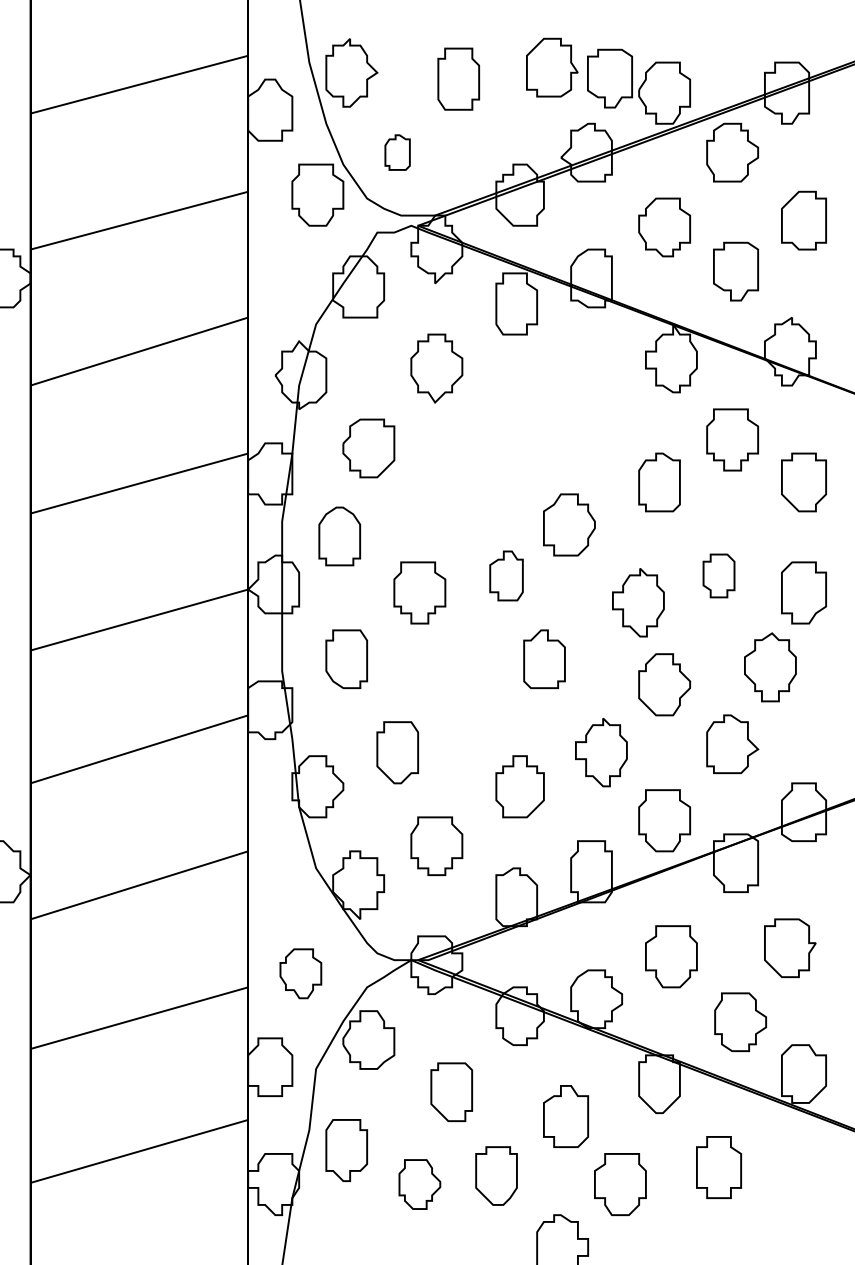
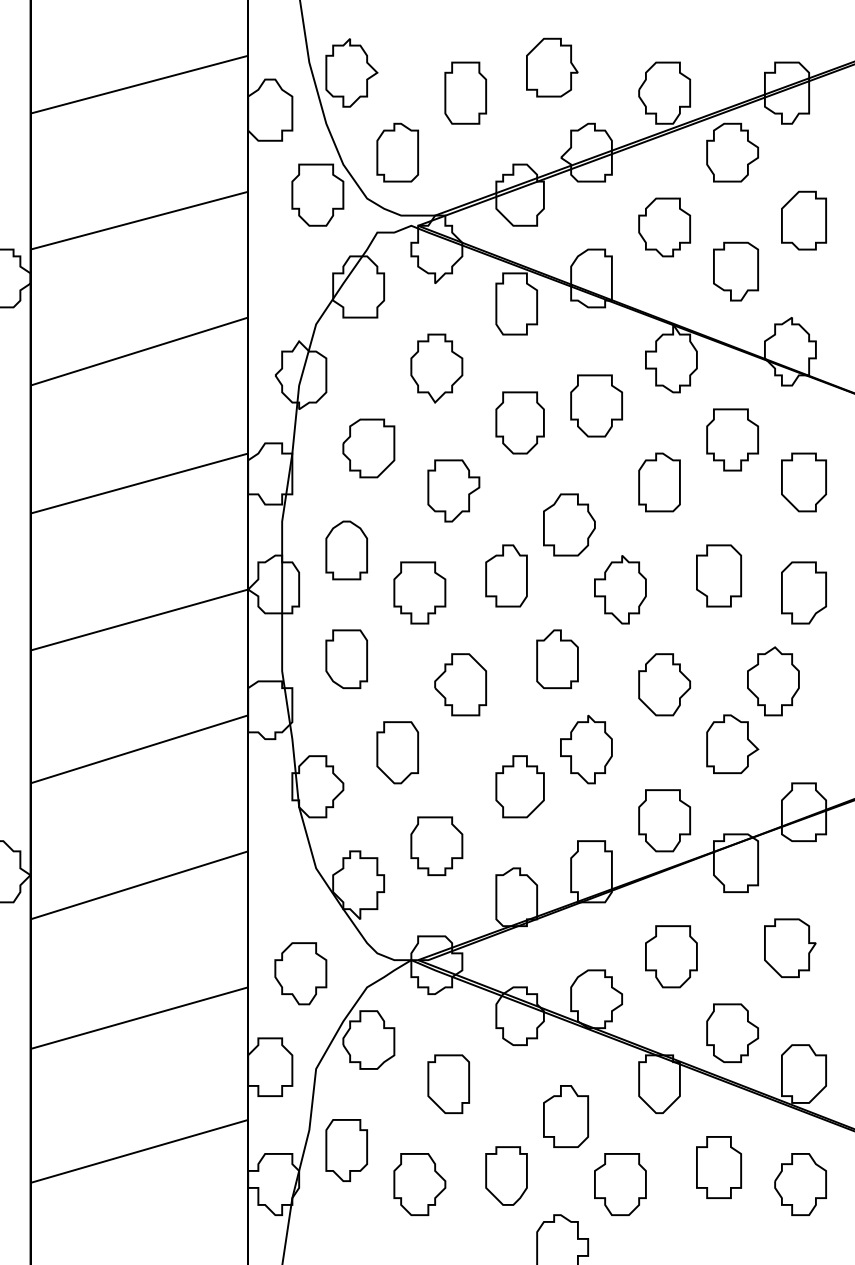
part at (458, 78) position: (458, 78) -> (465, 92)
part at (609, 78): present -> none
part at (397, 152) size: 27x37 px -> 43x61 px
part at (596, 405): none -> present
part at (519, 422): none -> present
part at (453, 490): none -> present
part at (339, 536) position: (339, 536) -> (346, 550)
part at (506, 575) size: 35x52 px -> 43x64 px
part at (718, 575) size: 34x46 px -> 46x64 px
part at (638, 602) position: (638, 602) -> (620, 589)
part at (544, 659) position: (544, 659) -> (557, 659)
part at (770, 667) position: (770, 667) -> (773, 681)
part at (460, 684): none -> present
part at (601, 752) position: (601, 752) -> (586, 749)
part at (300, 973) size: 44x52 px -> 54x64 px
part at (740, 1021) position: (740, 1021) -> (732, 1032)
part at (451, 1091) position: (451, 1091) -> (448, 1083)
part at (496, 1175) position: (496, 1175) -> (506, 1175)
part at (419, 1184) size: 44x51 px -> 54x63 px
part at (800, 1184): none -> present
